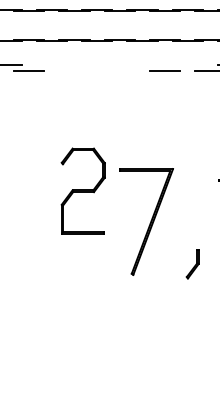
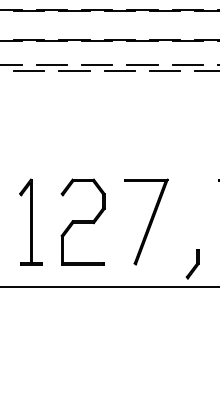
line at (51, 64): none -> present
line at (96, 64): none -> present
line at (142, 64): none -> present
line at (187, 64): none -> present
line at (74, 71): none -> present
line at (119, 71): none -> present
part at (82, 190) position: (82, 190) -> (82, 221)
part at (30, 221): none -> present
part at (146, 221) size: 55x108 px -> 45x88 px
line at (109, 287): none -> present
